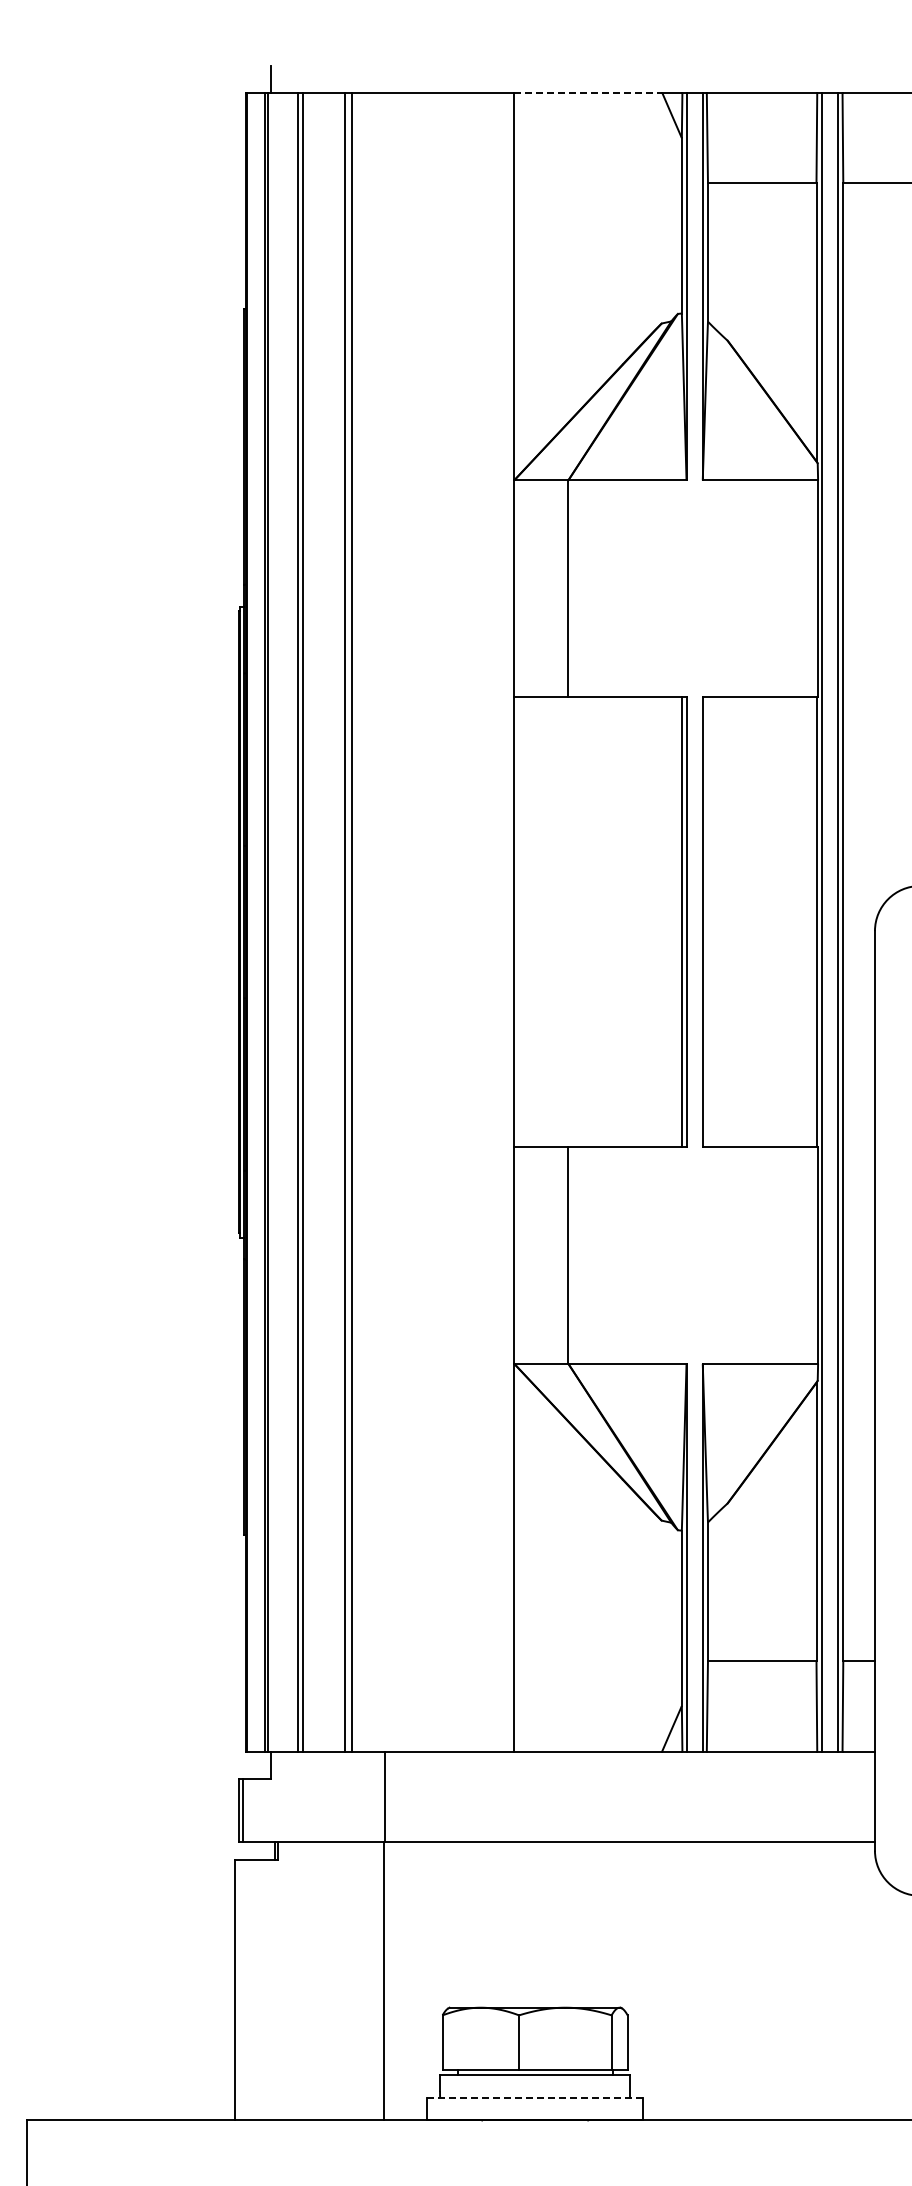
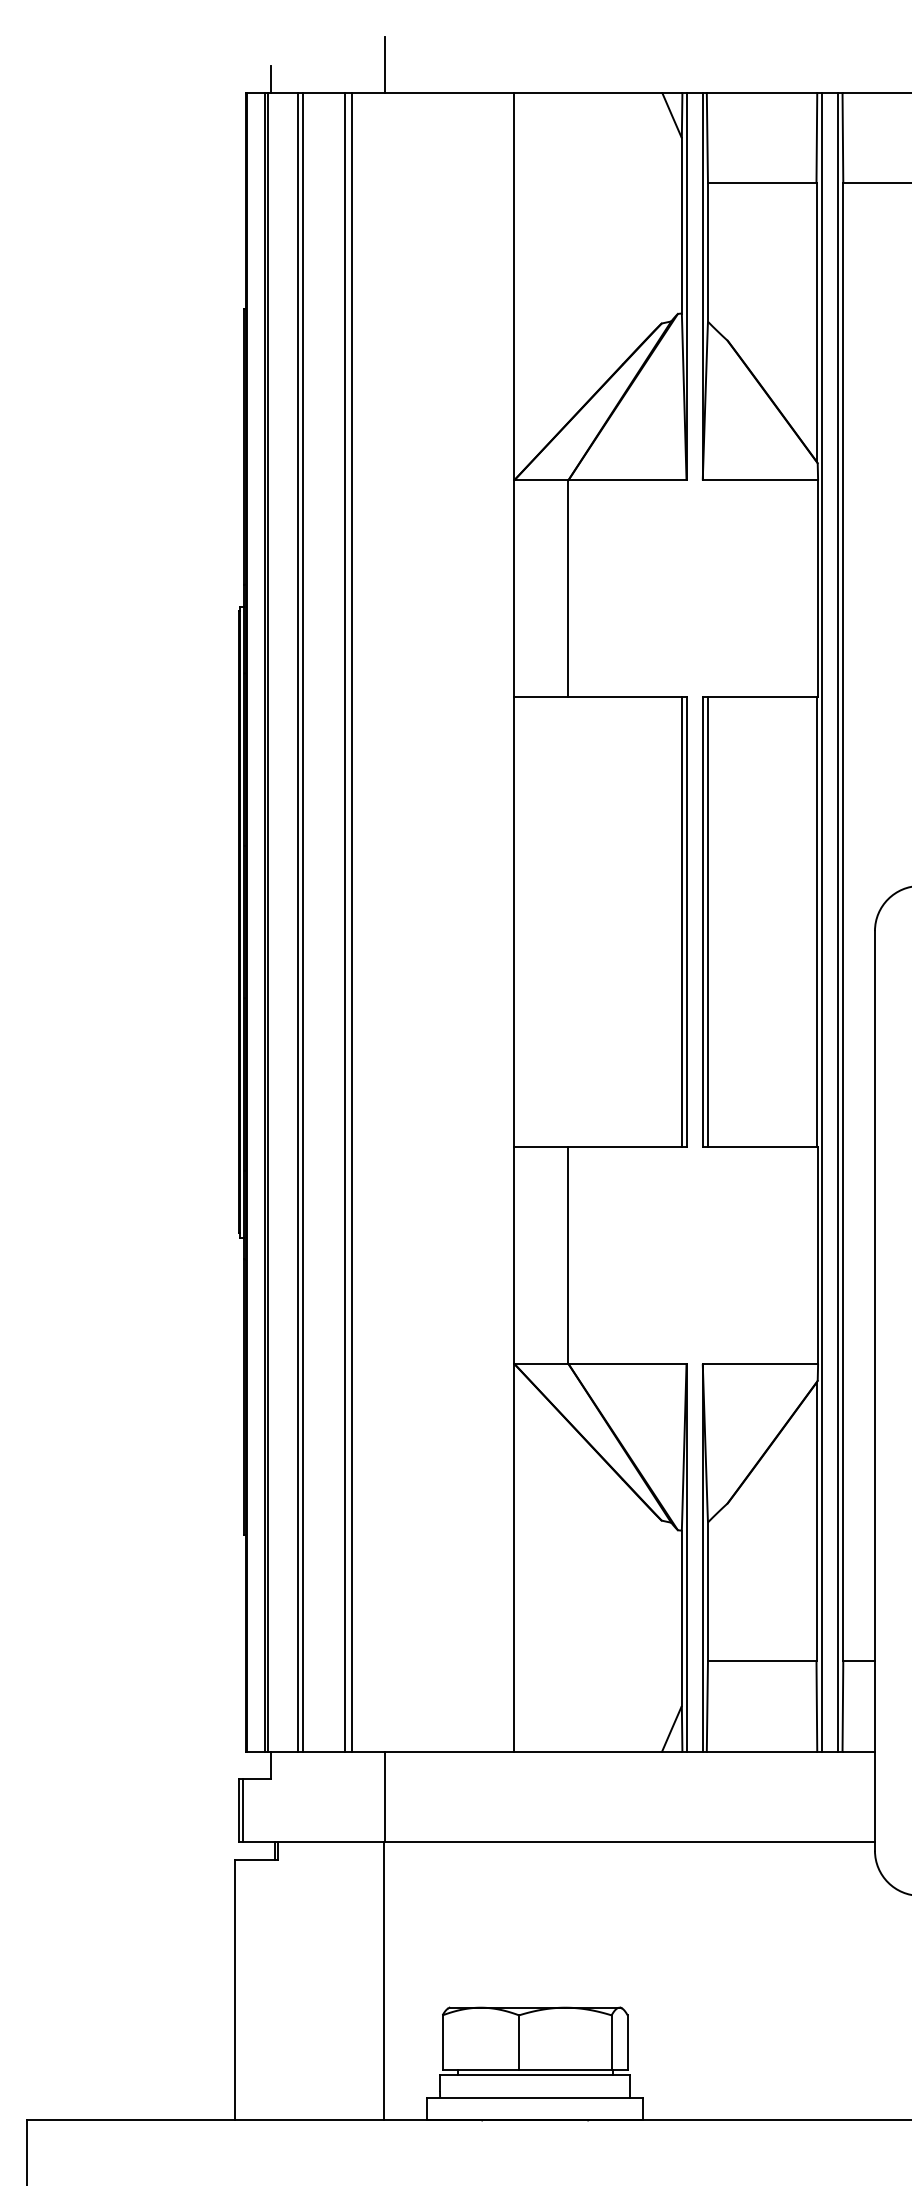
line at (385, 64): none -> present
line at (588, 92): dashed -> solid
line at (707, 921): none -> present
line at (535, 2097): dashed -> solid
